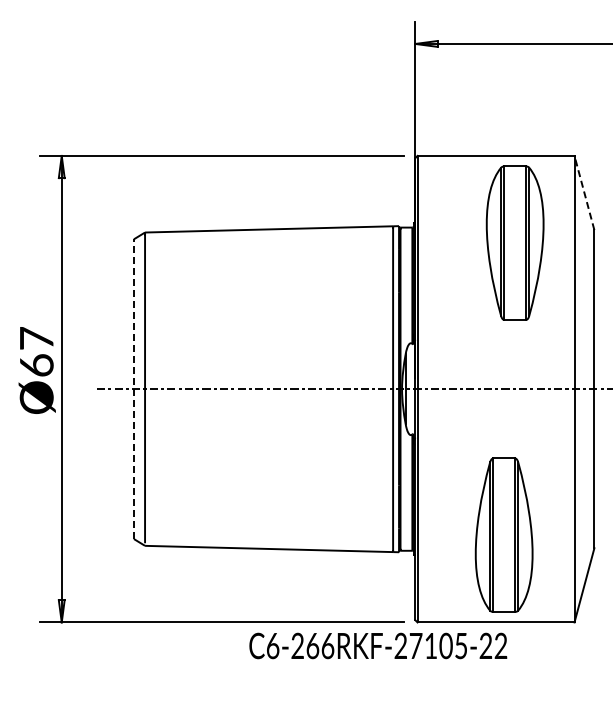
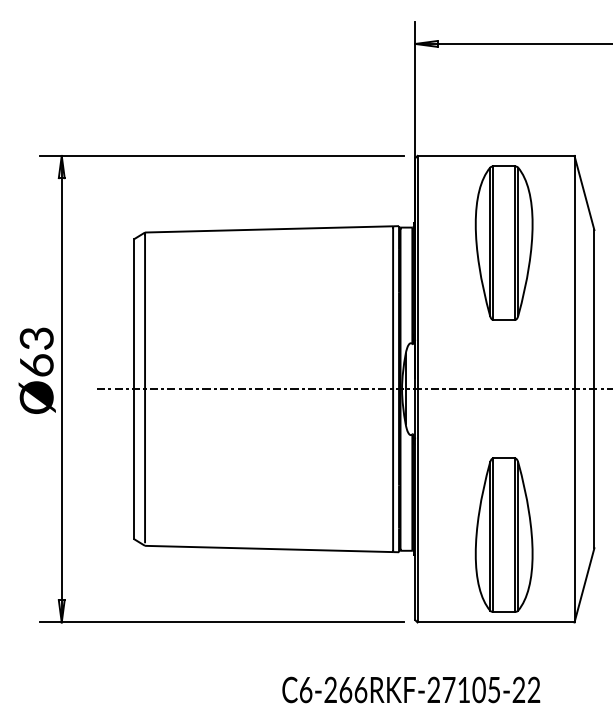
line at (584, 192): dashed -> solid
part at (514, 242) position: (514, 242) -> (503, 242)
text at (36, 338): Ø67 -> Ø63
line at (133, 389): dashed -> solid
text at (378, 645) position: (378, 645) -> (411, 689)
